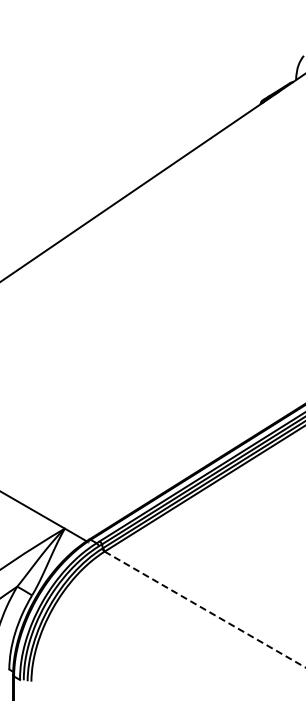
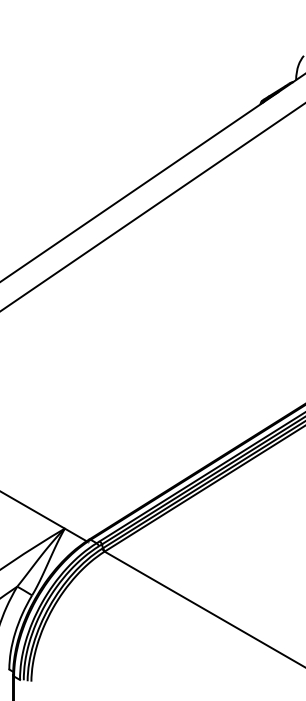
line at (152, 207): none -> present
line at (205, 609): dashed -> solid
